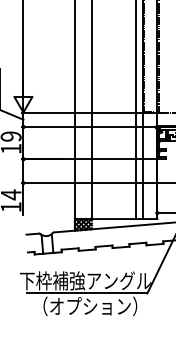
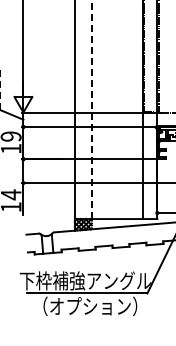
line at (0, 89): solid -> dashed
line at (91, 109): solid -> dashed
line at (136, 110): present -> none
